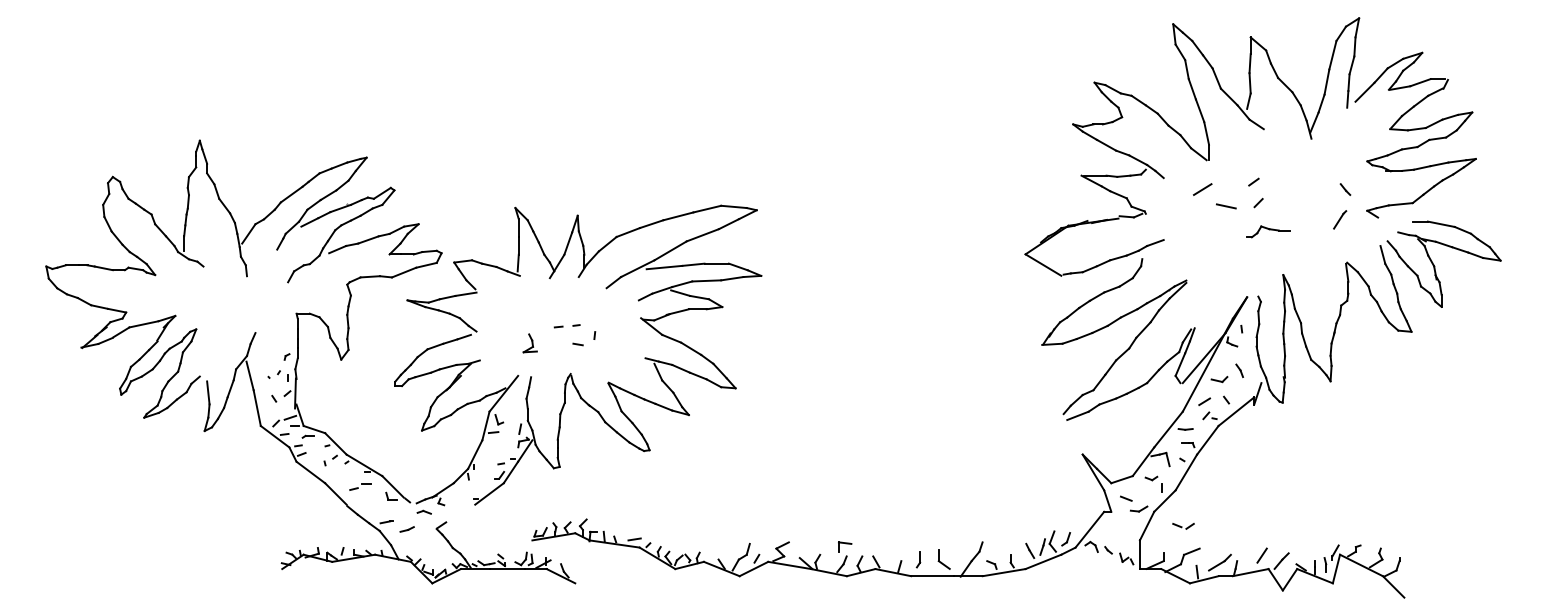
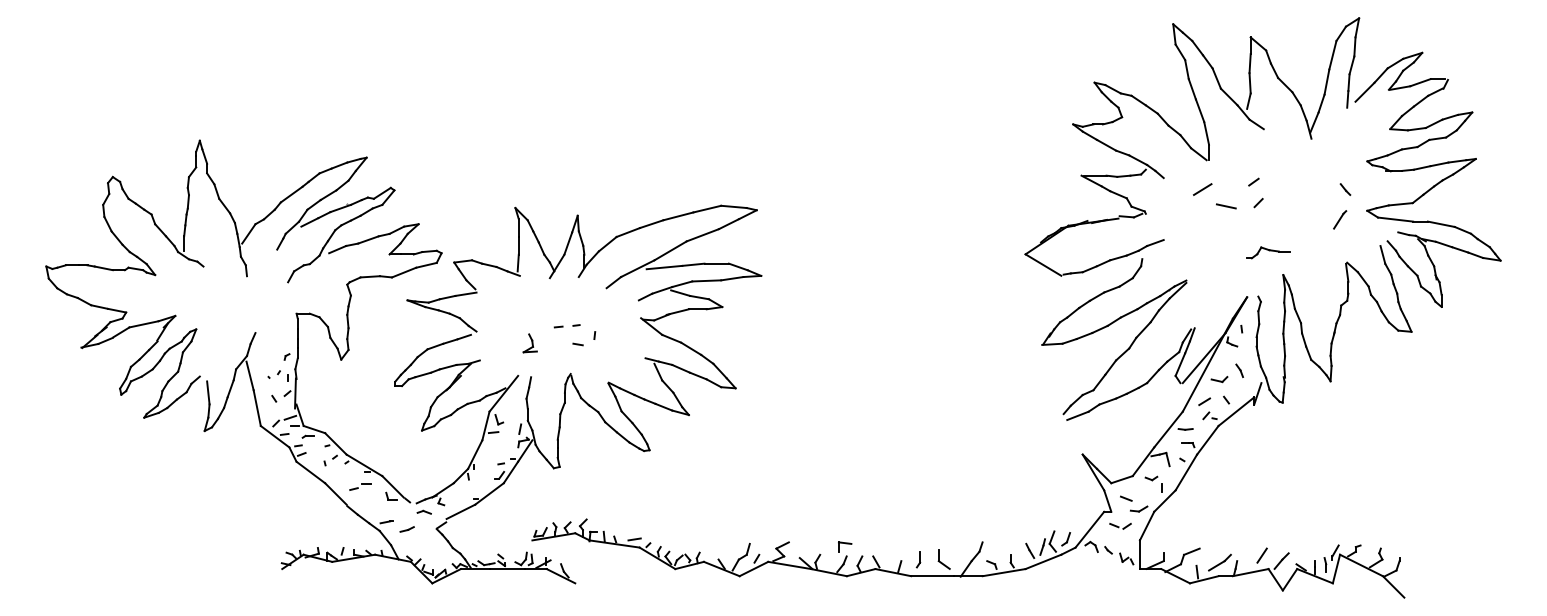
line at (1395, 219): none -> present
part at (1268, 231) position: (1268, 231) -> (1268, 252)
line at (460, 511): none -> present
part at (1183, 526) position: (1183, 526) -> (1120, 526)
